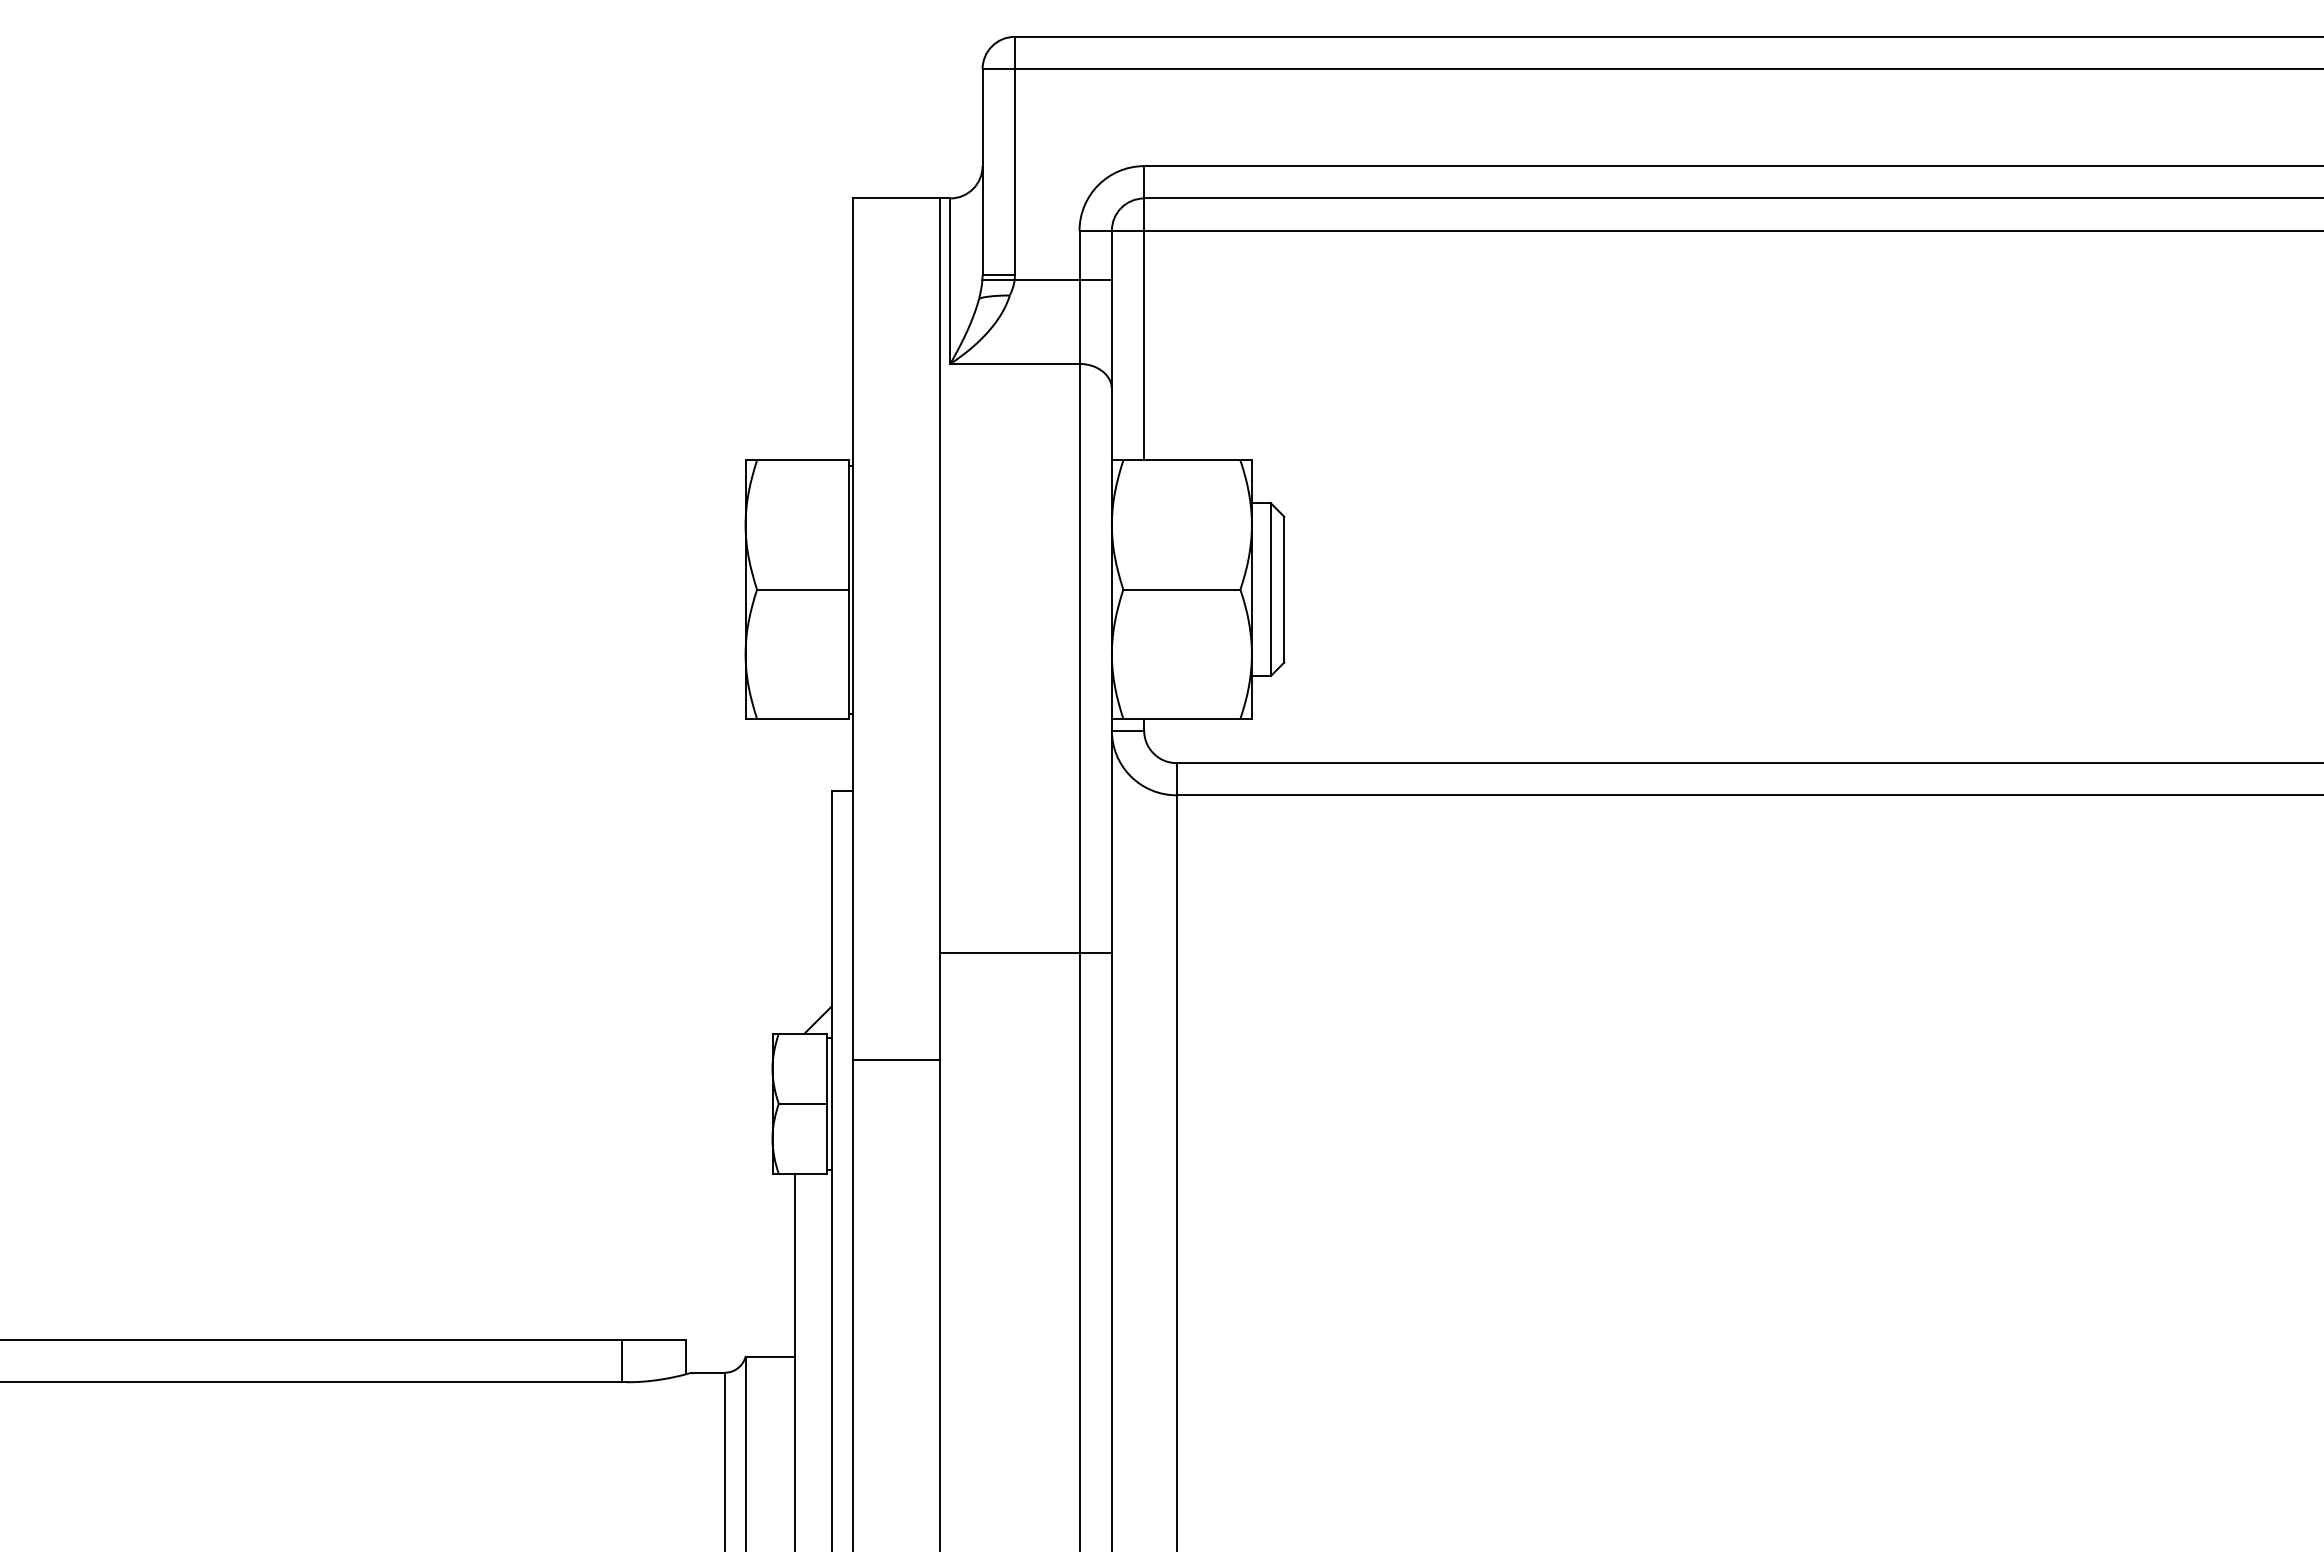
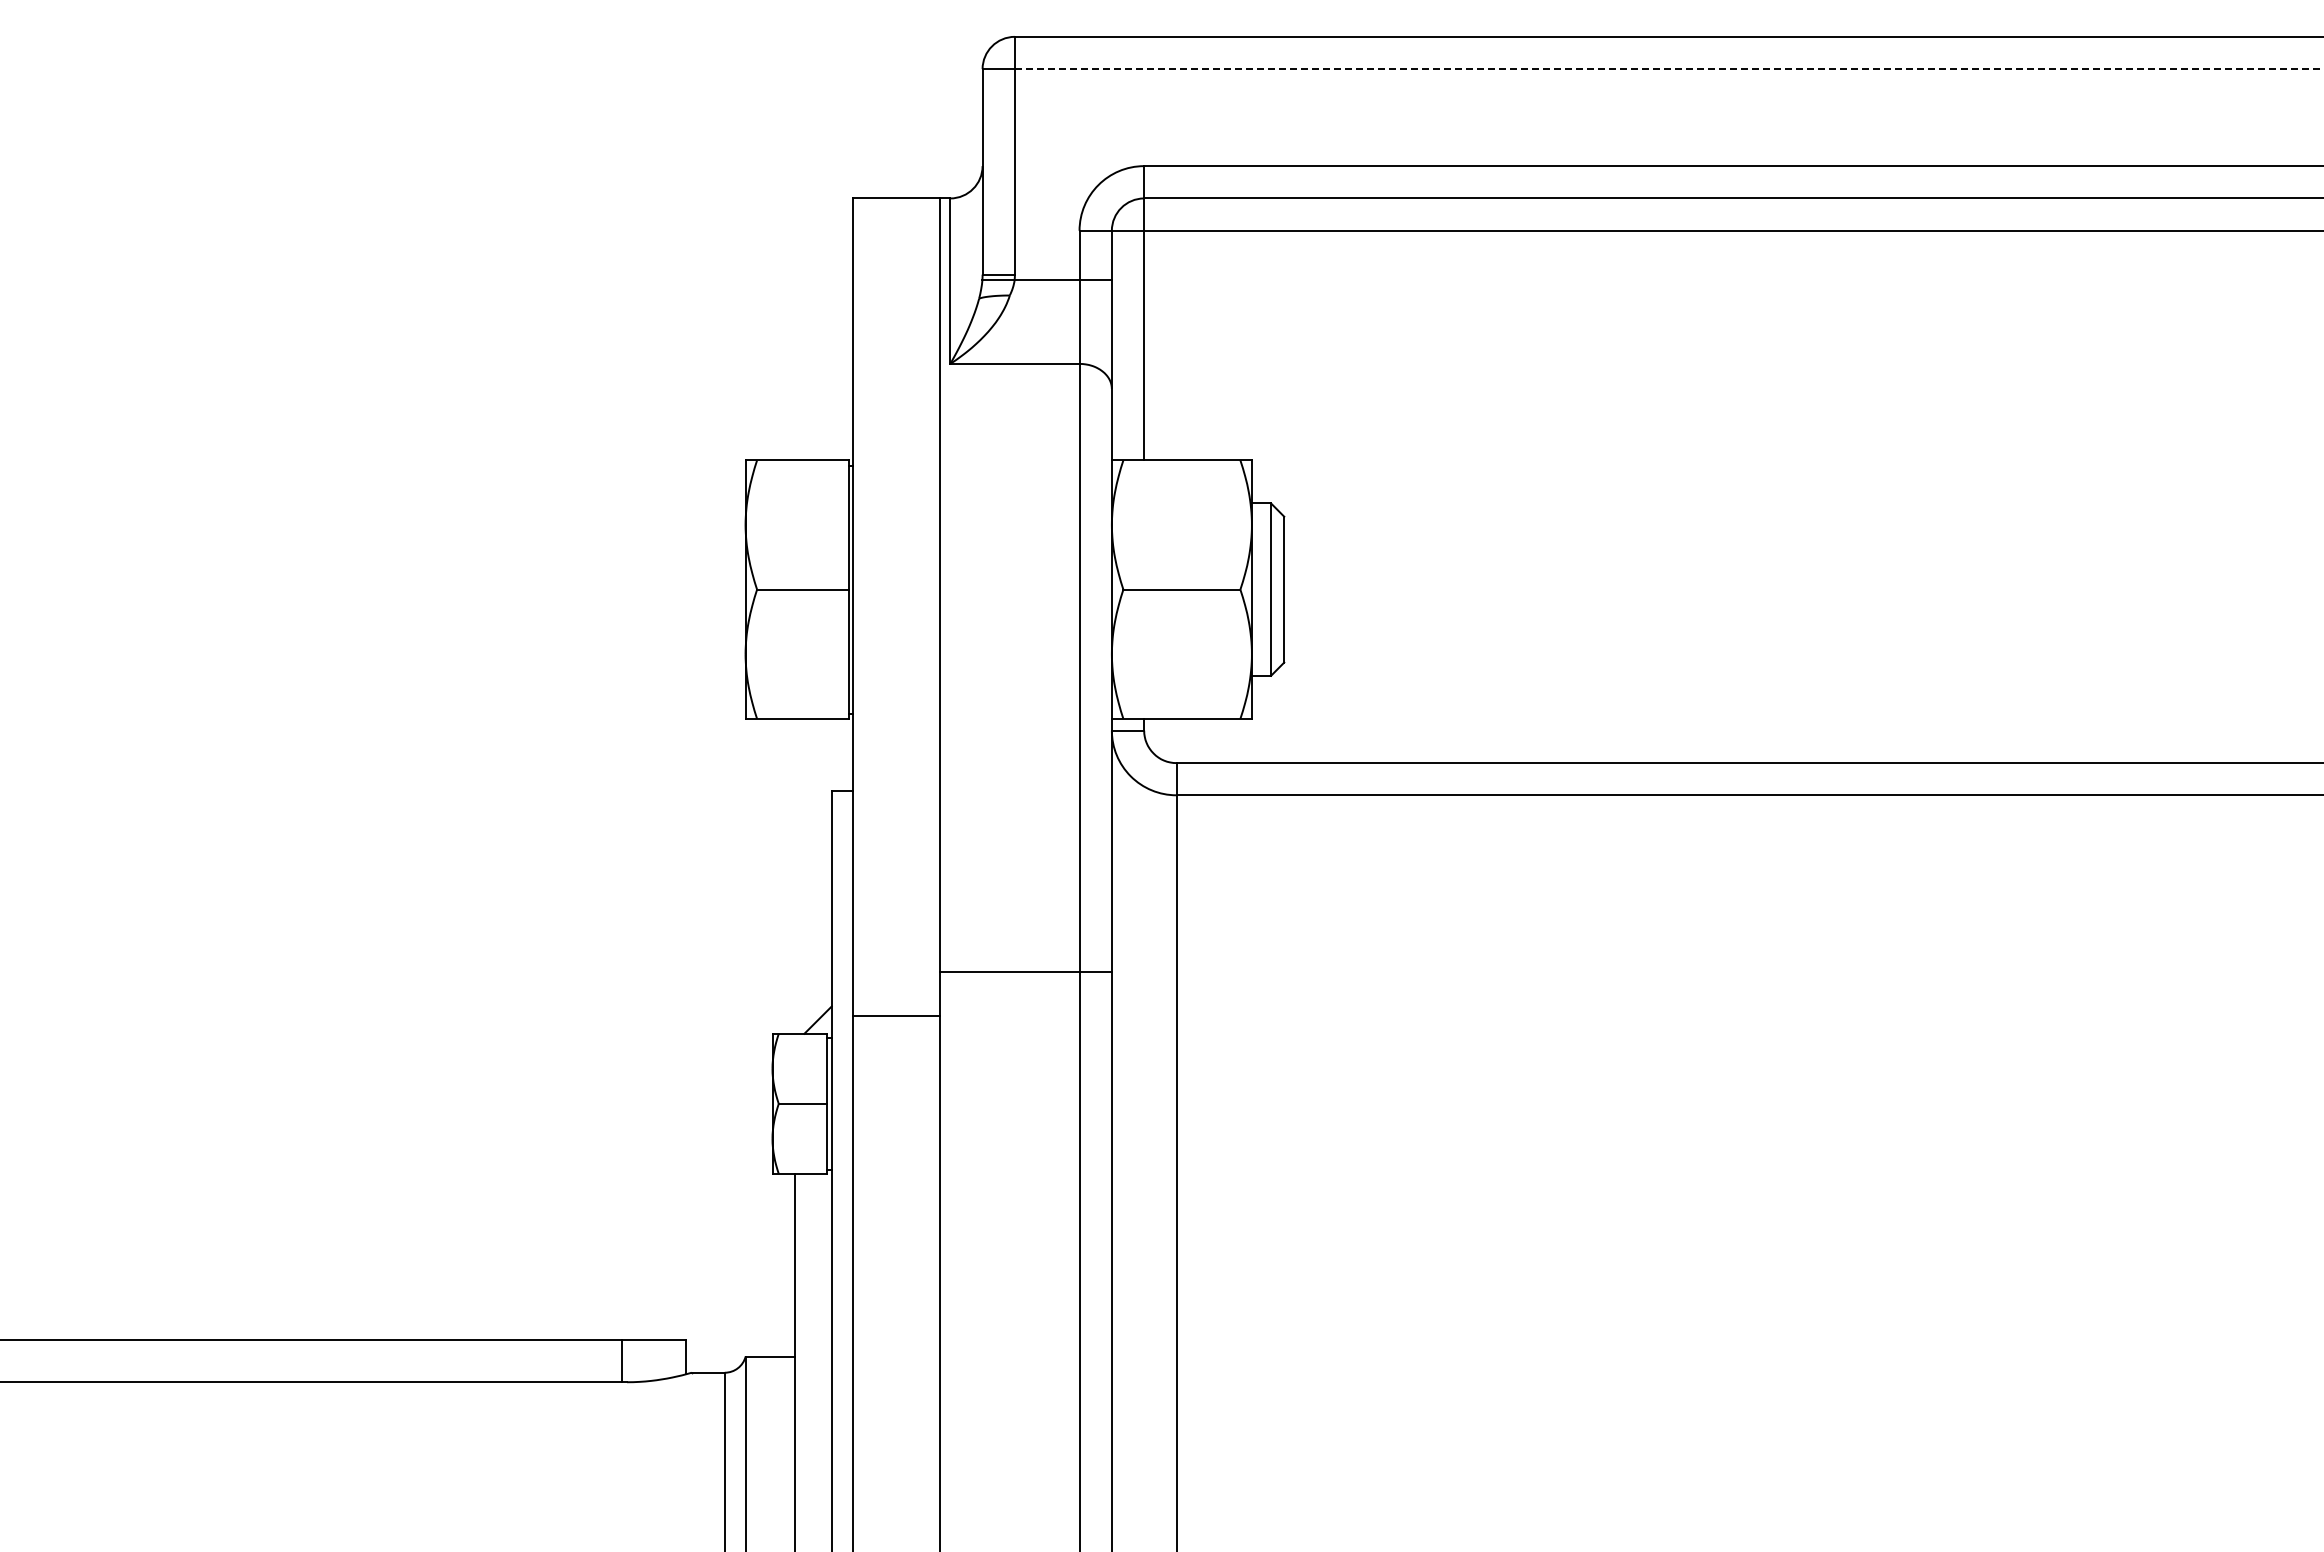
line at (1669, 69): solid -> dashed
line at (1025, 952) position: (1025, 952) -> (1025, 971)
line at (896, 1060) position: (896, 1060) -> (896, 1016)
